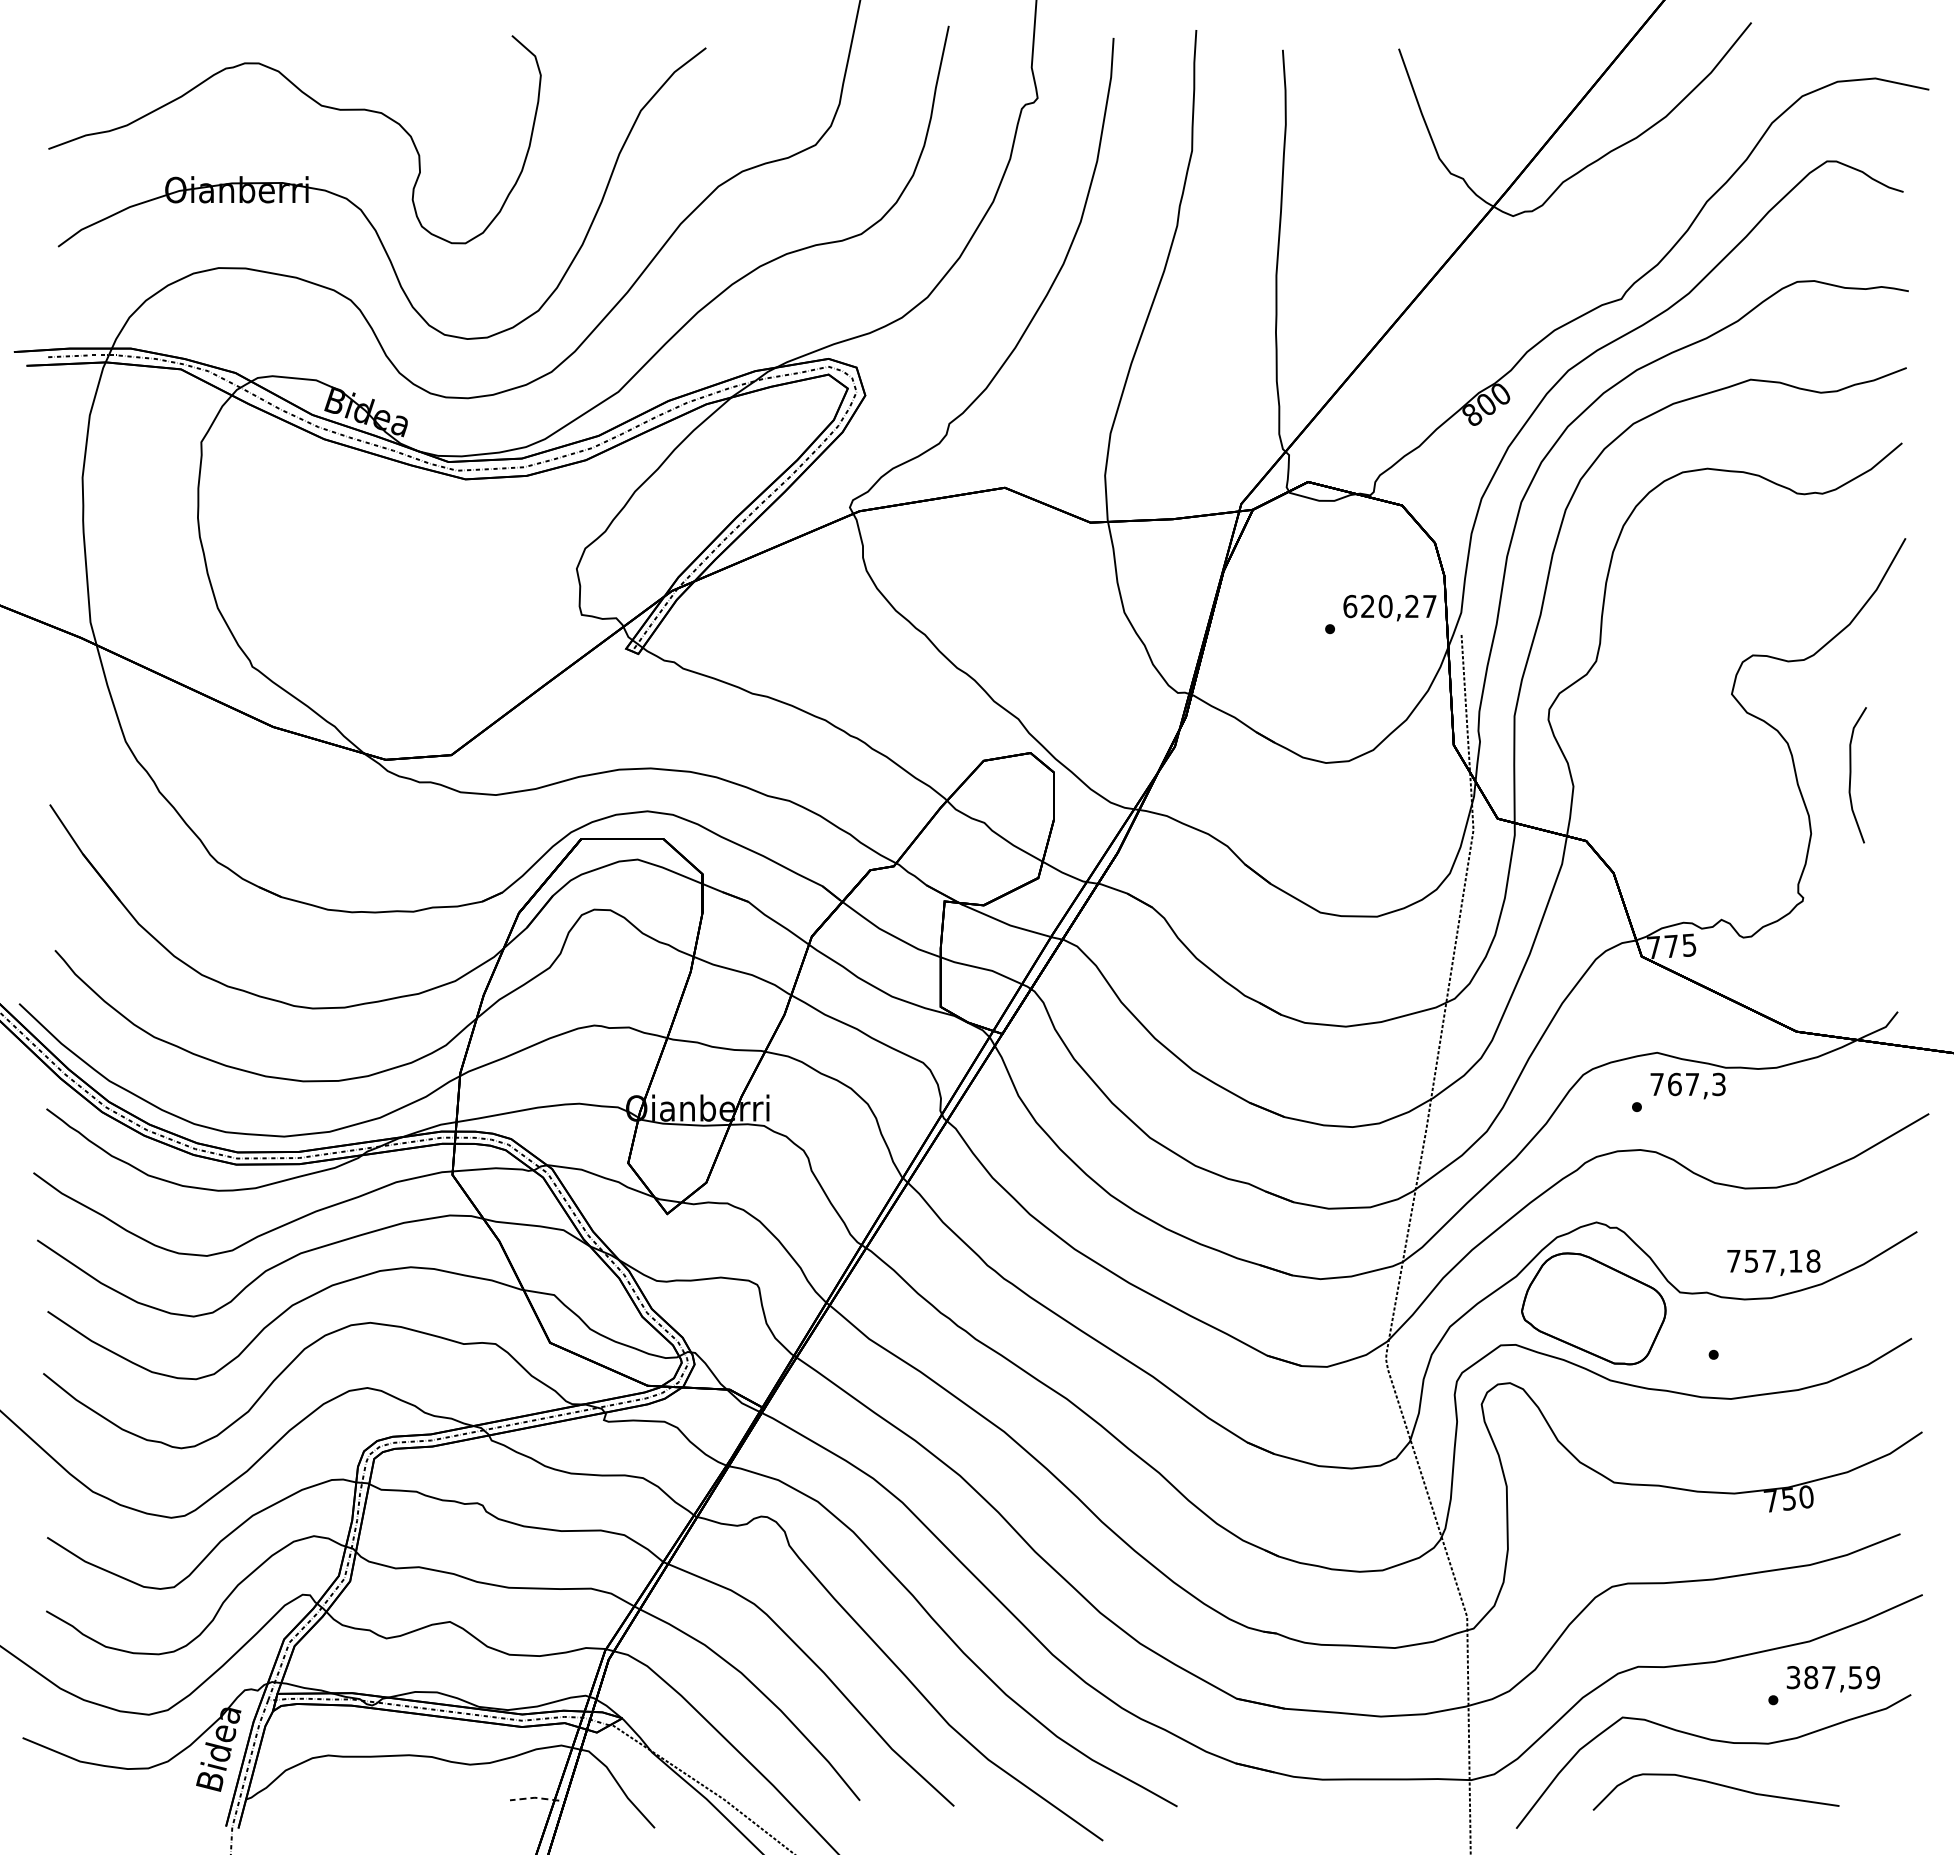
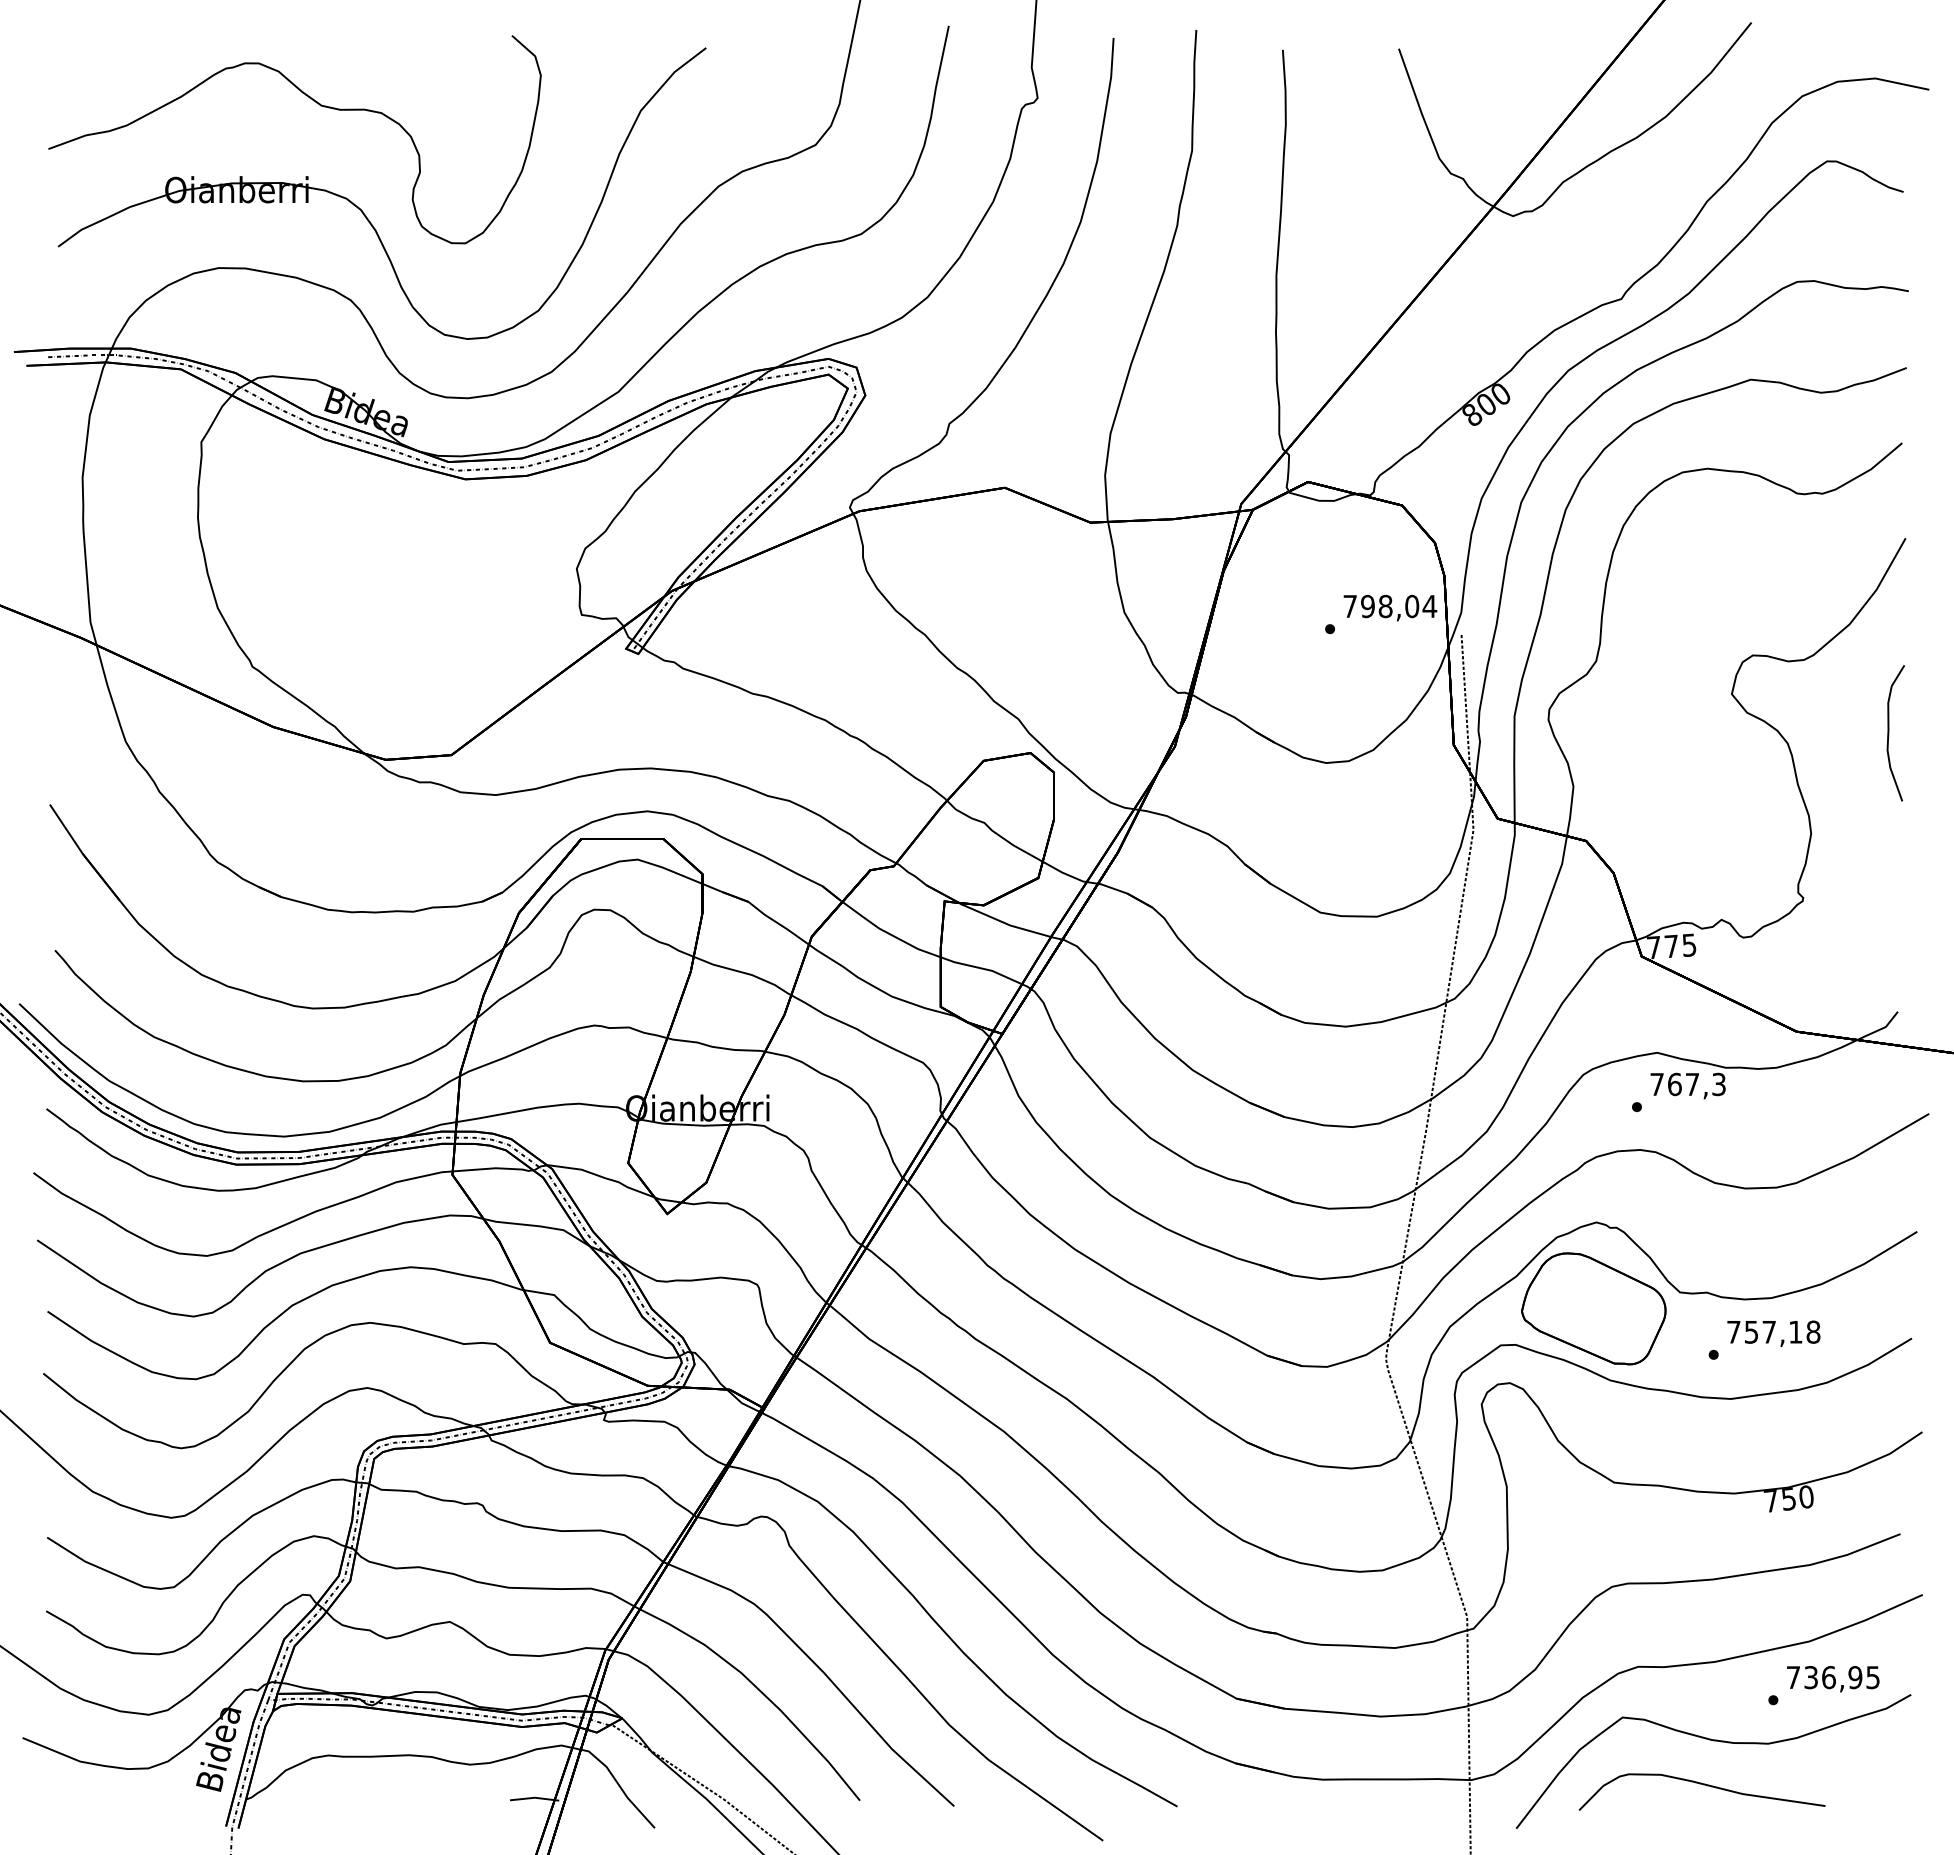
text at (1390, 606): 620,27 -> 798,04
curve at (1851, 775) position: (1851, 775) -> (1889, 733)
text at (1773, 1262) position: (1773, 1262) -> (1773, 1333)
text at (1832, 1677): 387,59 -> 736,95
curve at (1717, 1785) position: (1717, 1785) -> (1703, 1785)
line at (534, 1797): dashed -> solid
